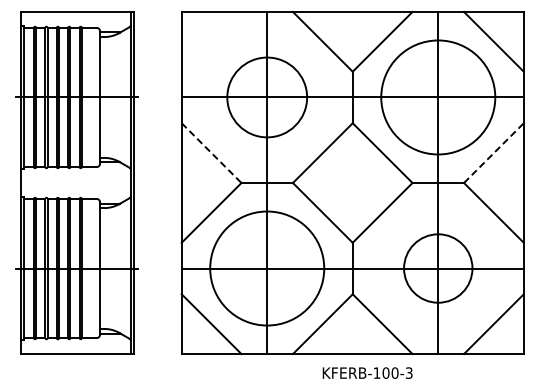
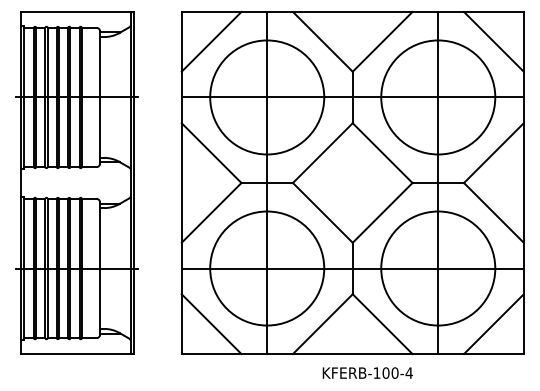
line at (211, 41): none -> present
circle at (267, 97) diameter: 80 px -> 114 px
line at (494, 152): dashed -> solid
line at (211, 153): dashed -> solid
circle at (438, 268) diameter: 68 px -> 114 px
text at (408, 372): KFERB-100-3 -> KFERB-100-4
